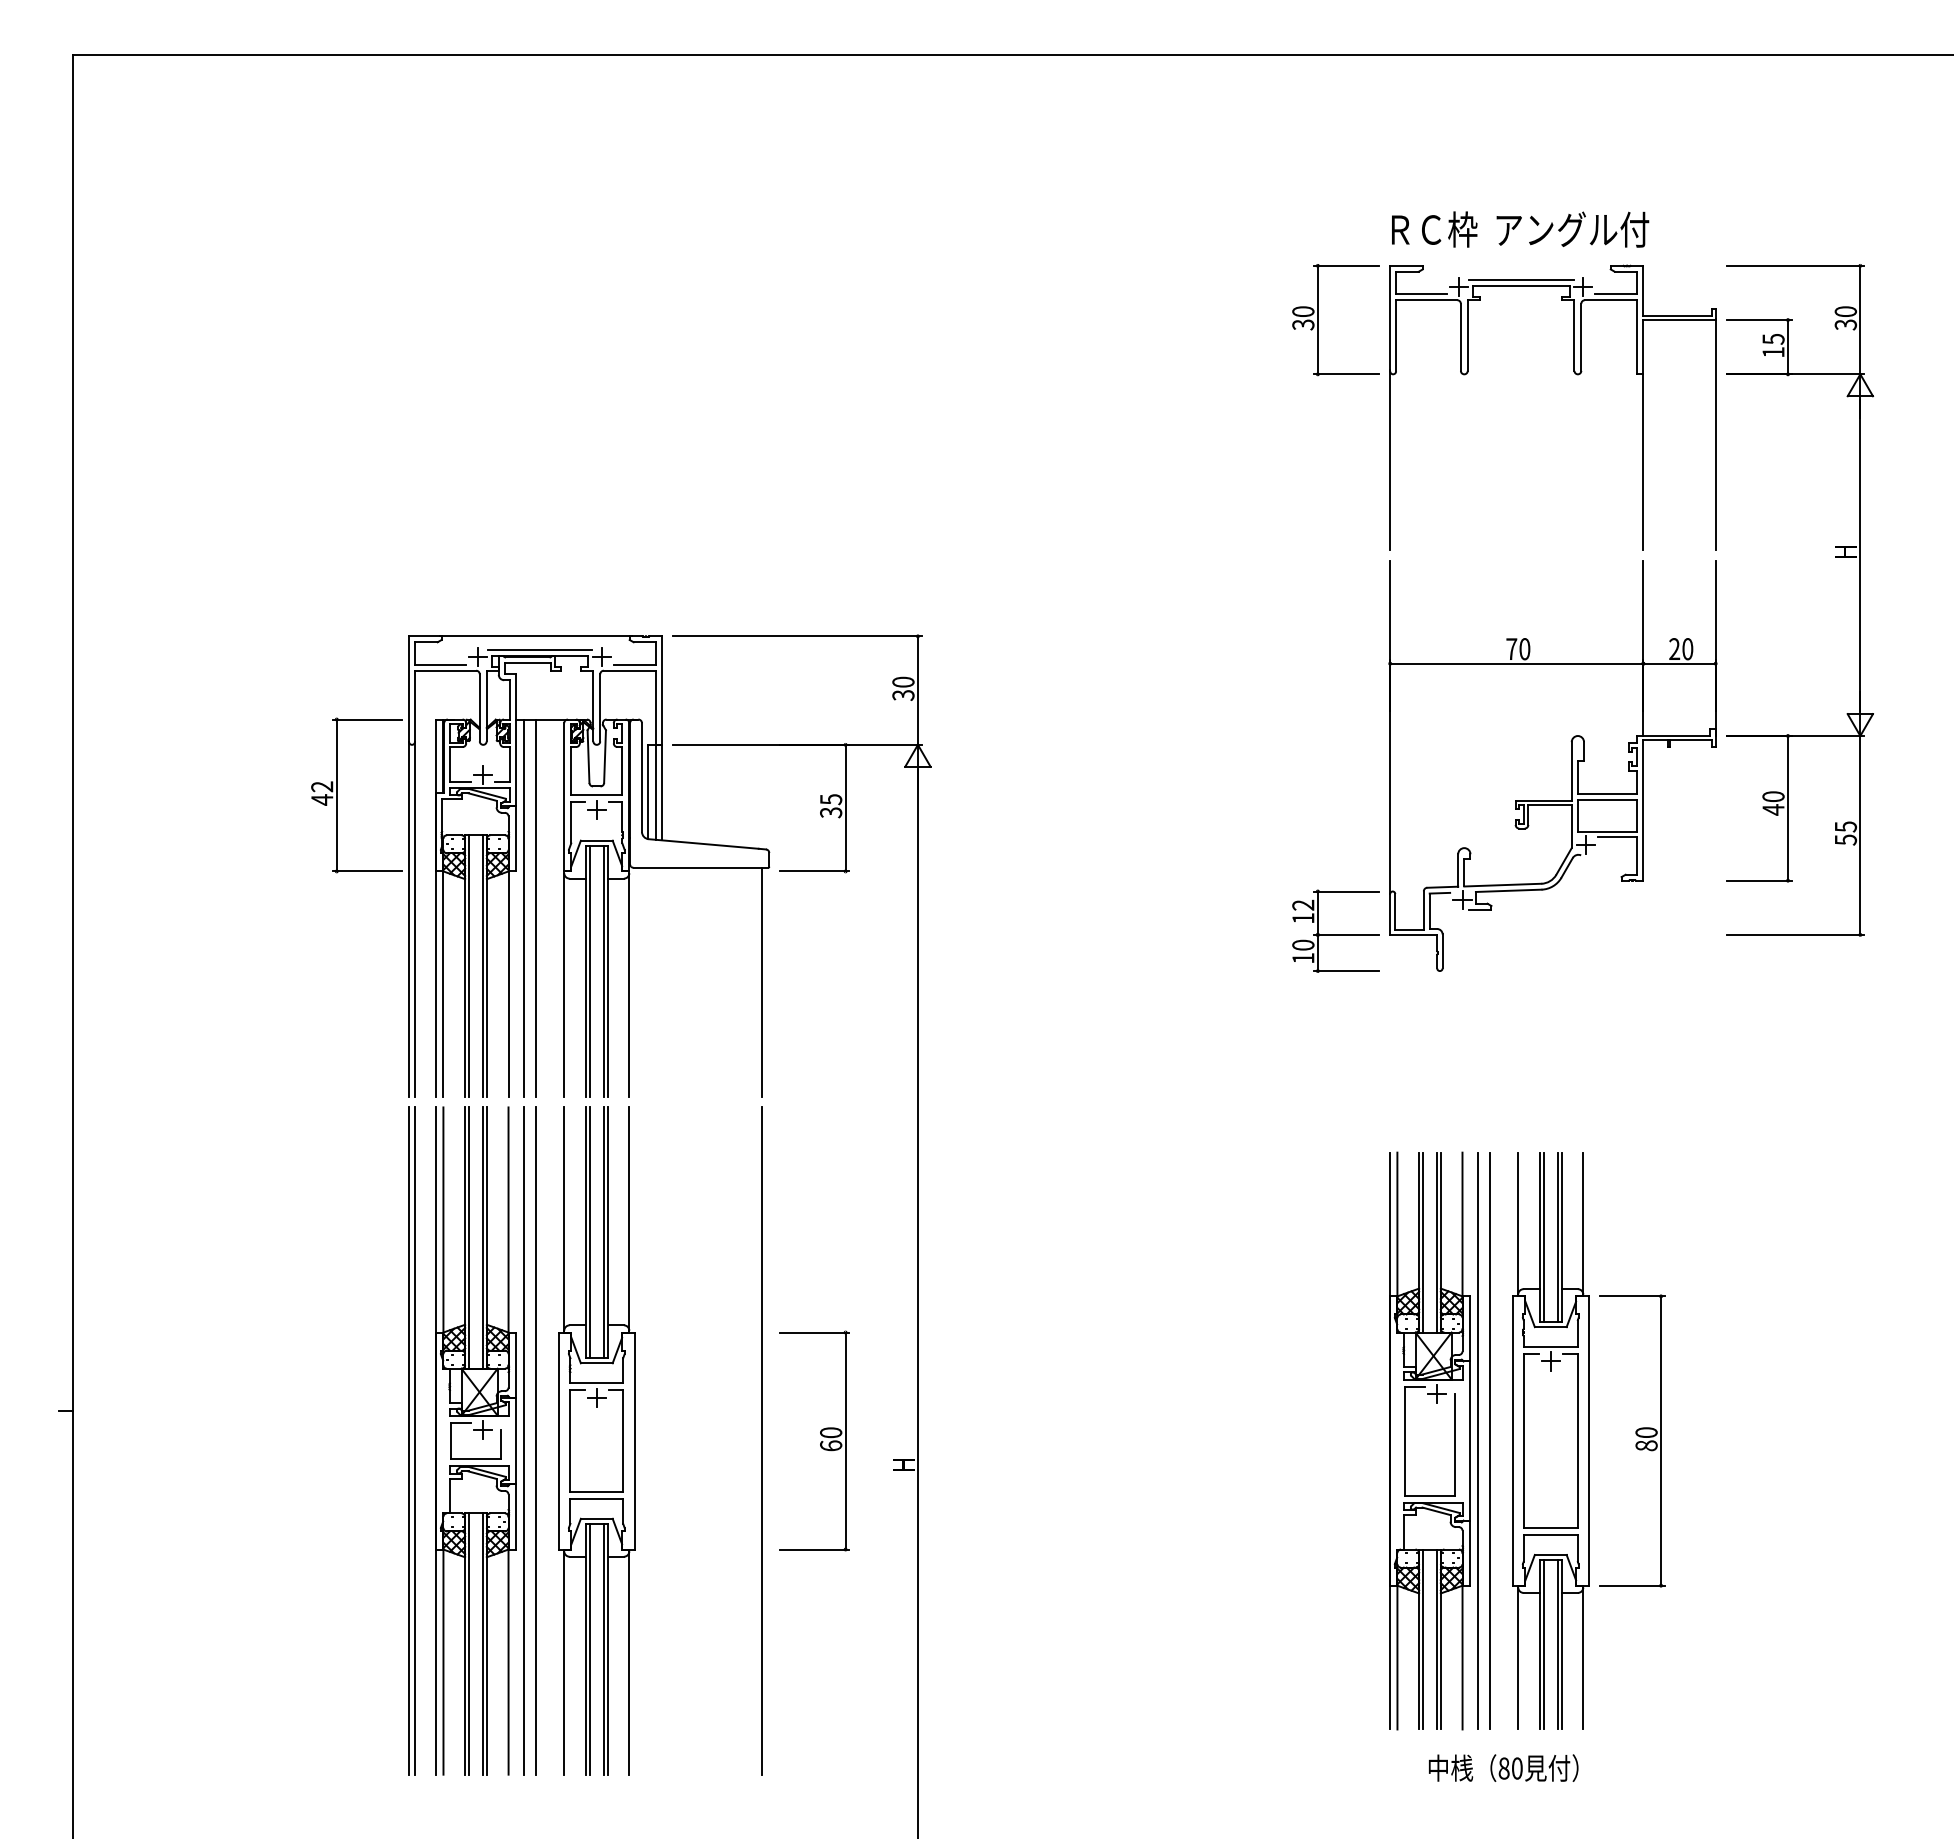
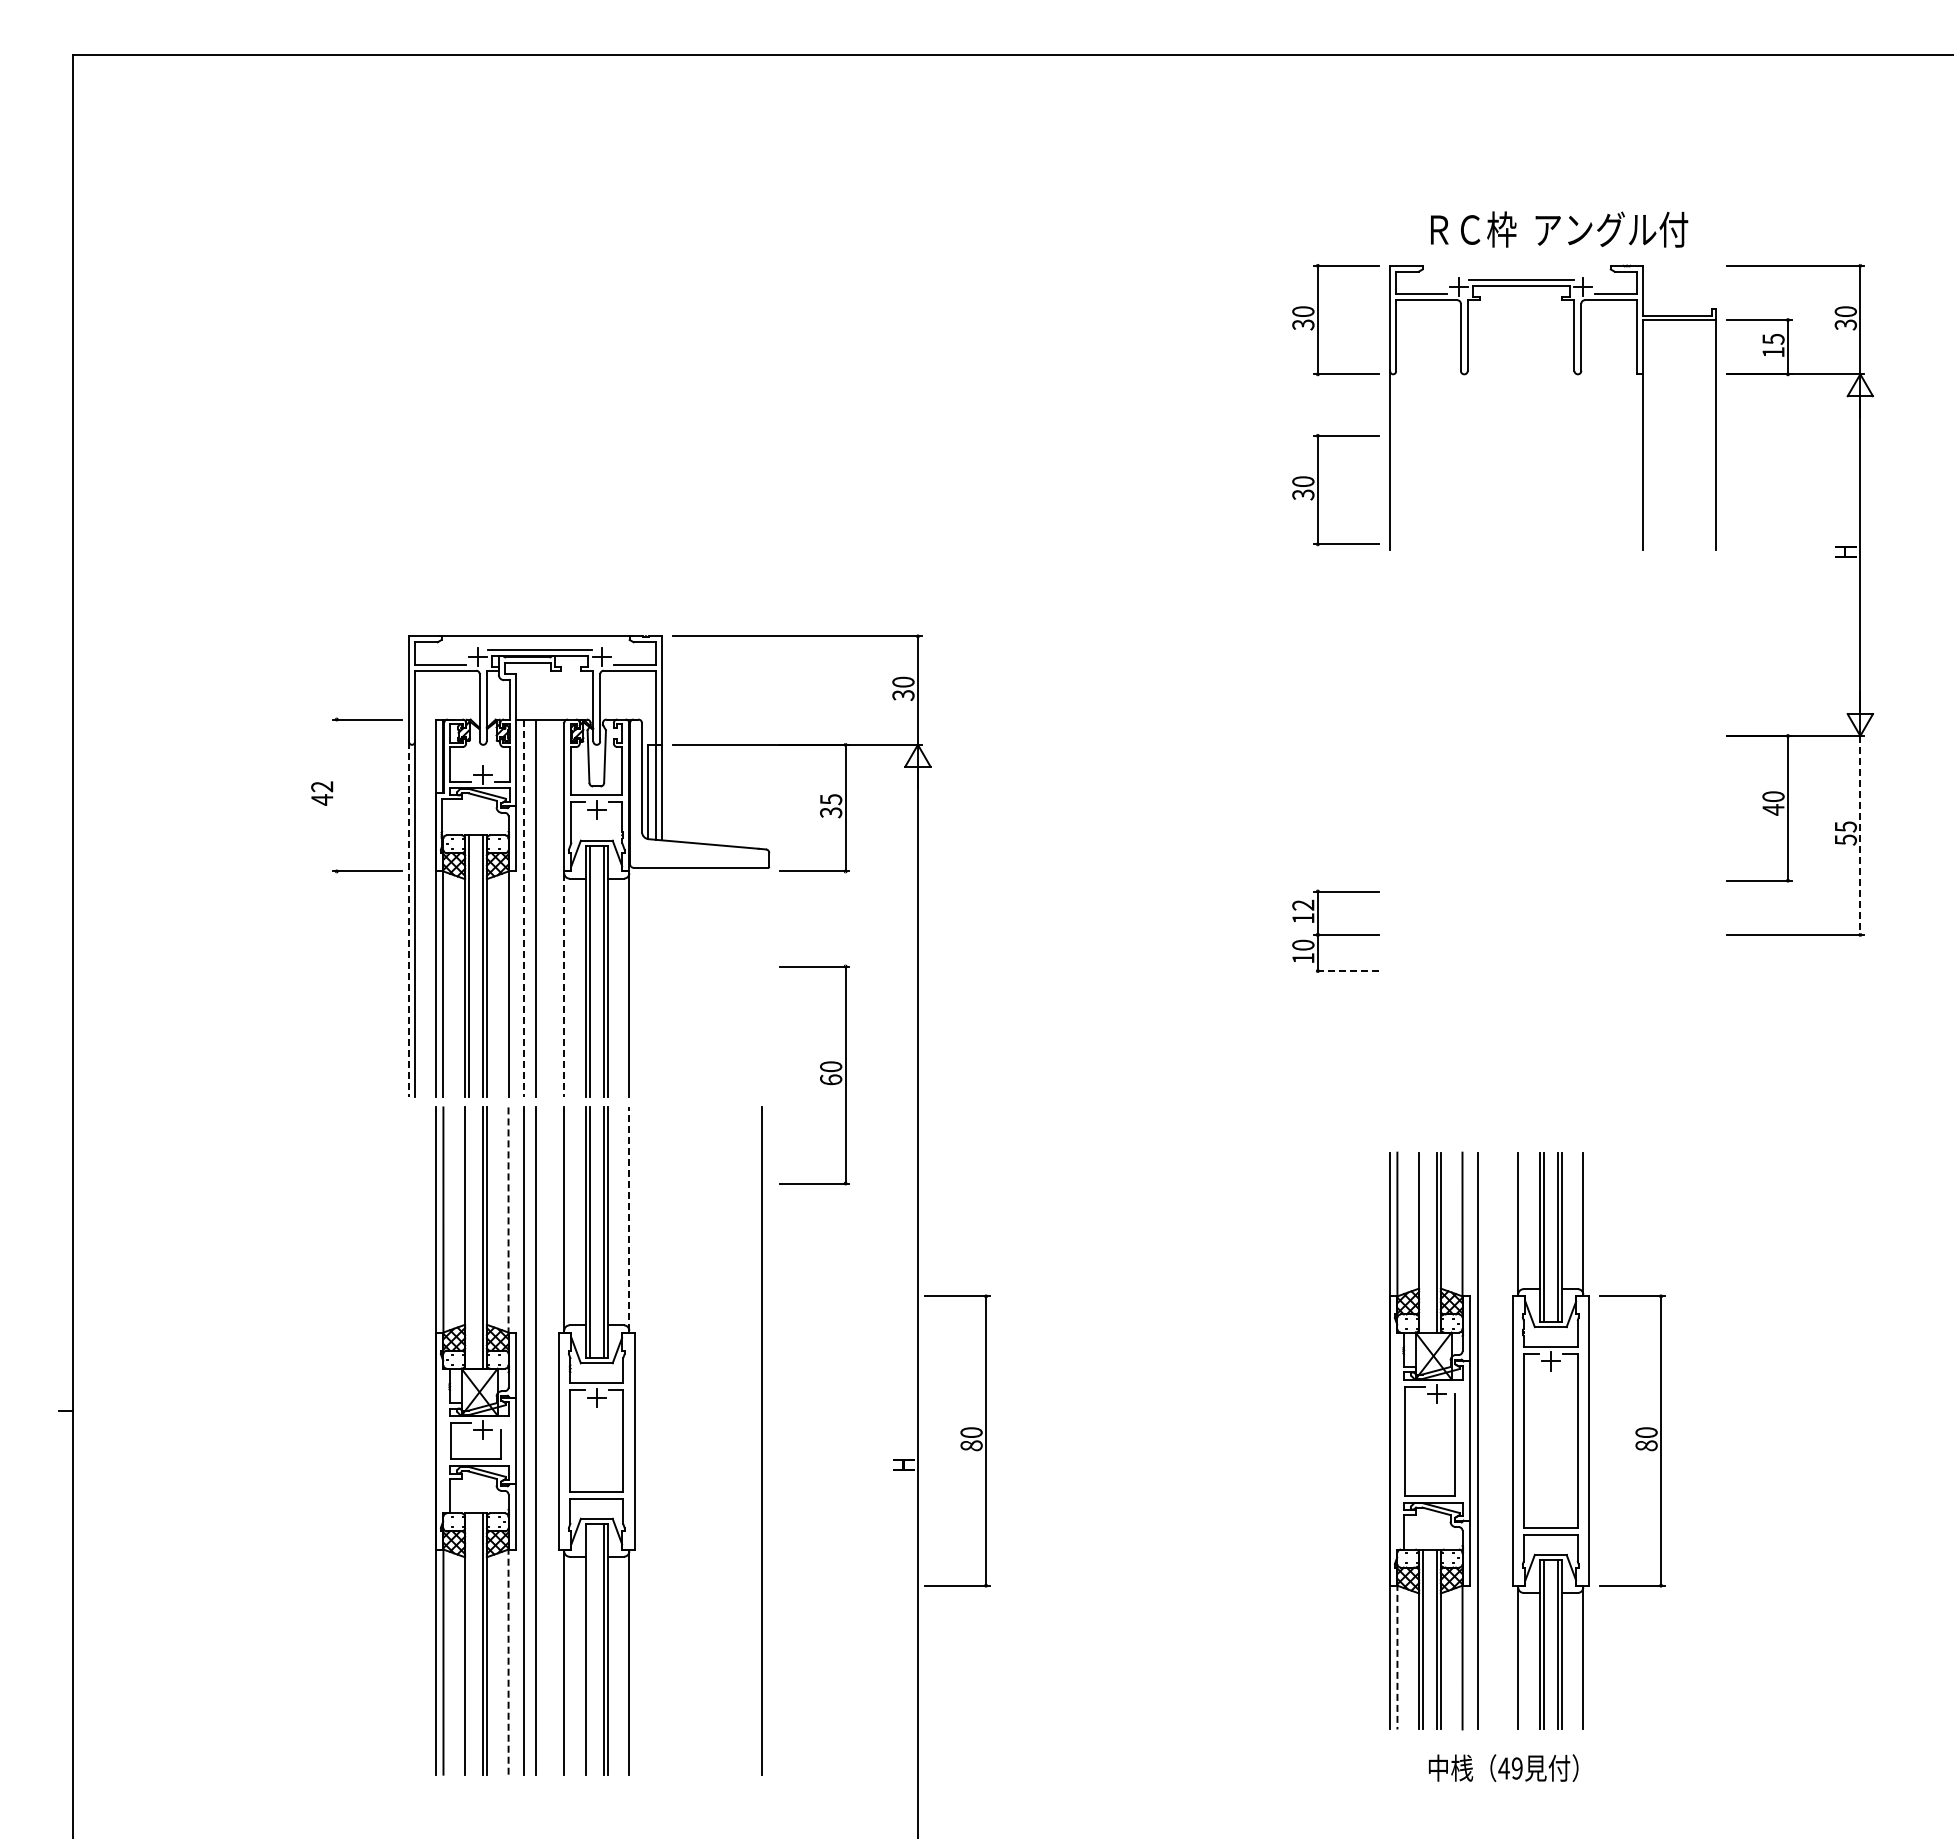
text at (1520, 229) position: (1520, 229) -> (1559, 229)
part at (1318, 490): none -> present
part at (1552, 765): present -> none
line at (336, 795): present -> none
line at (1860, 835): solid -> dashed
line at (523, 908): solid -> dashed
line at (409, 919): solid -> dashed
line at (1346, 971): solid -> dashed
line at (762, 981): present -> none
line at (564, 985): solid -> dashed
line at (629, 1219): solid -> dashed
line at (508, 1221): solid -> dashed
line at (468, 1237): present -> none
line at (1422, 1242): present -> none
line at (409, 1440): present -> none
line at (414, 1440): present -> none
part at (957, 1440): none -> present
line at (1489, 1440): present -> none
part at (820, 1442) position: (820, 1442) -> (820, 1076)
line at (468, 1643): present -> none
line at (589, 1649): present -> none
line at (1397, 1656): solid -> dashed
line at (508, 1661): solid -> dashed
text at (1510, 1768): 80 -> 49
